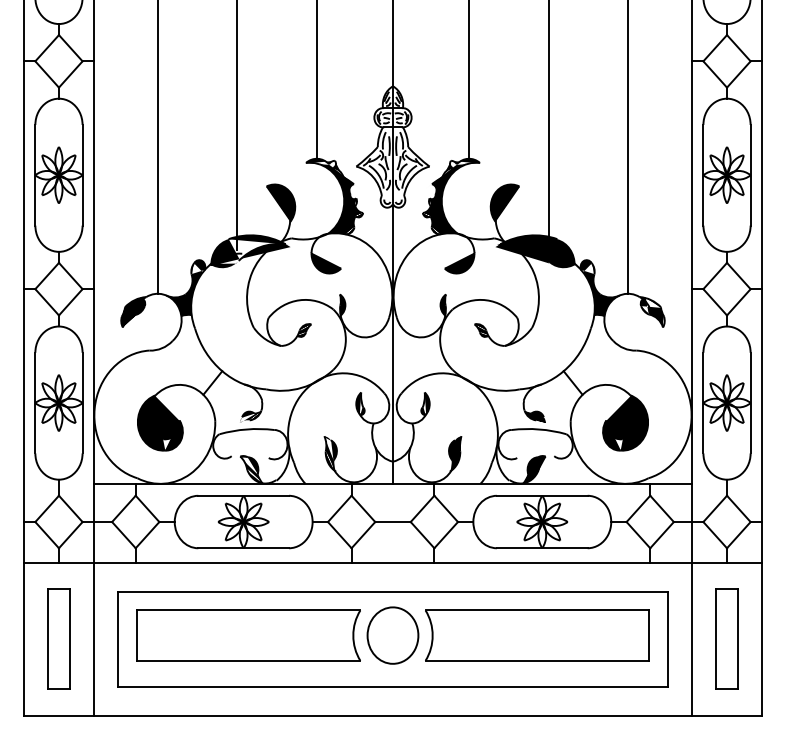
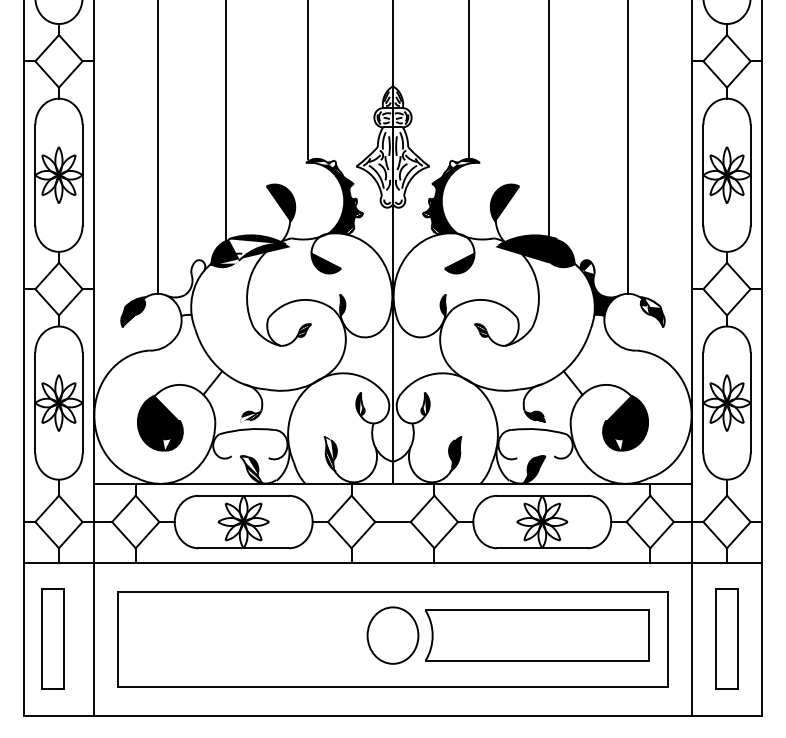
line at (316, 80) position: (316, 80) -> (307, 80)
line at (236, 126) position: (236, 126) -> (225, 126)
fill at (185, 288): present -> none
part at (248, 635): present -> none
part at (58, 638) position: (58, 638) -> (52, 638)
